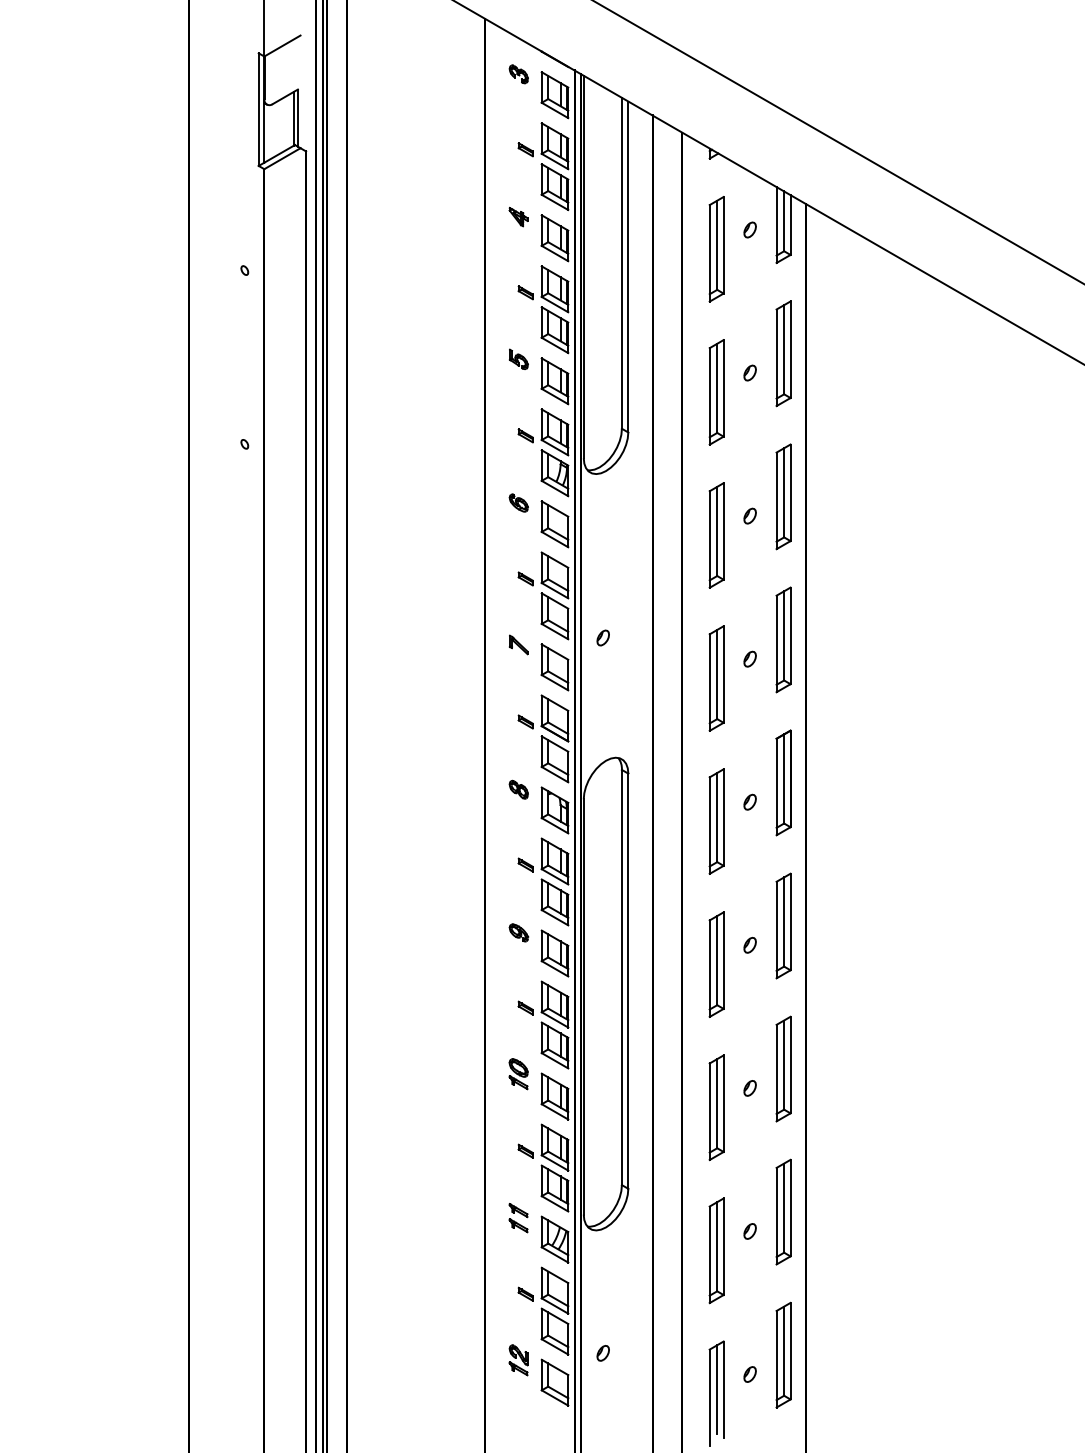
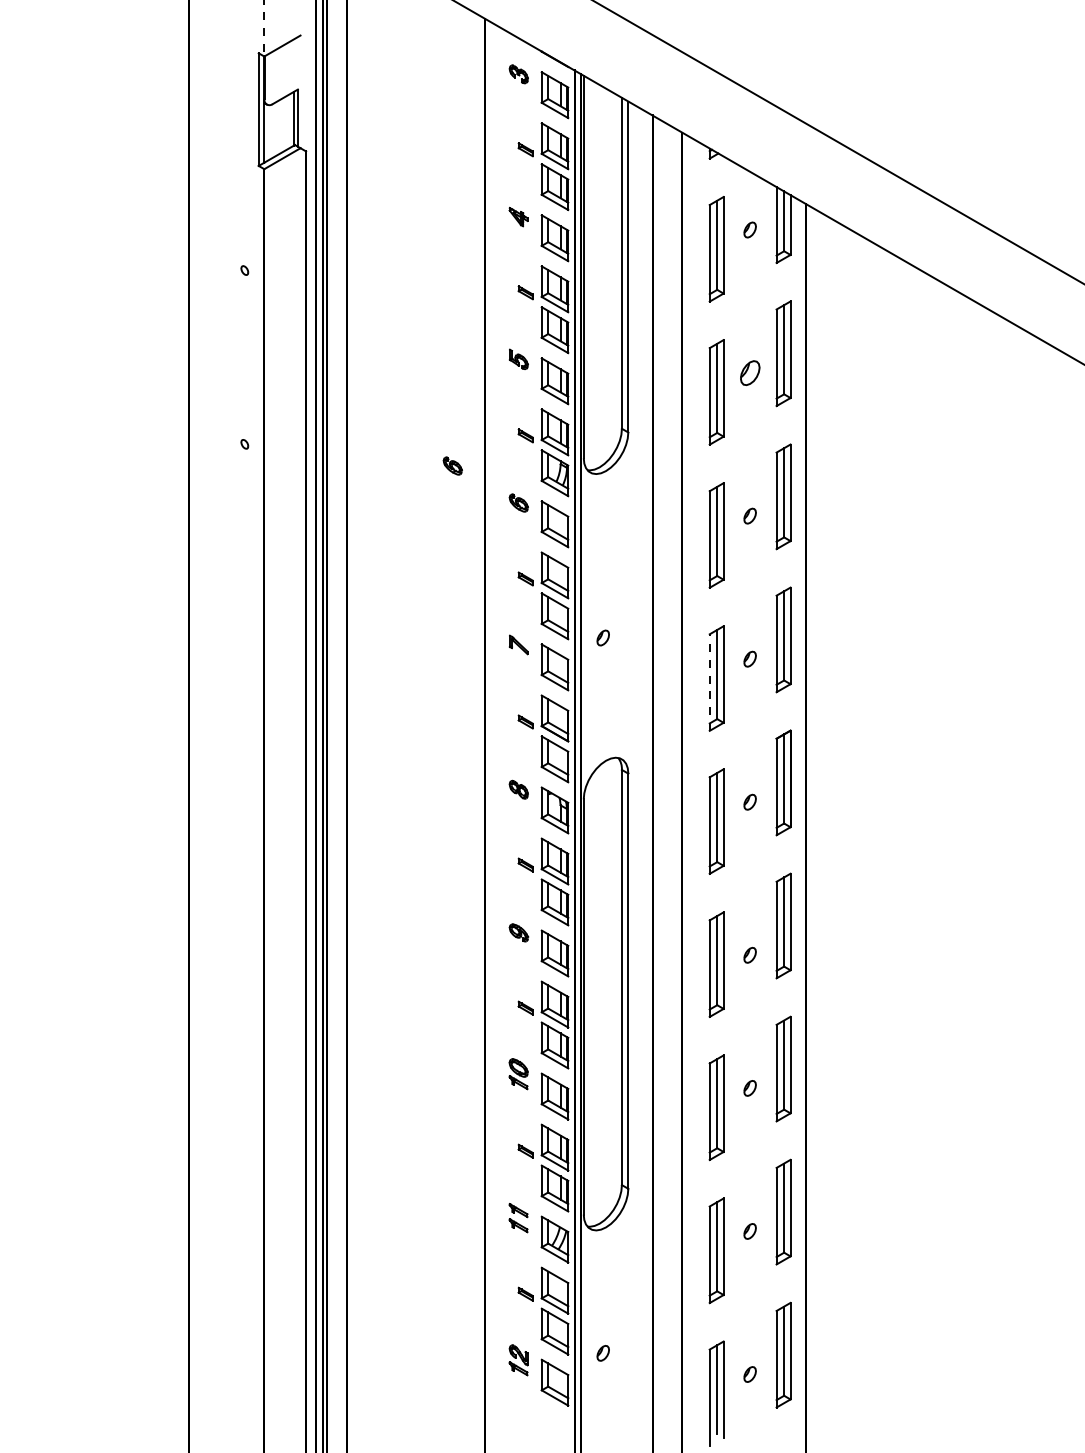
line at (264, 28): solid -> dashed
part at (749, 372) size: 14x18 px -> 21x26 px
part at (452, 465): none -> present
line at (709, 682): solid -> dashed
part at (749, 944) position: (749, 944) -> (749, 954)
